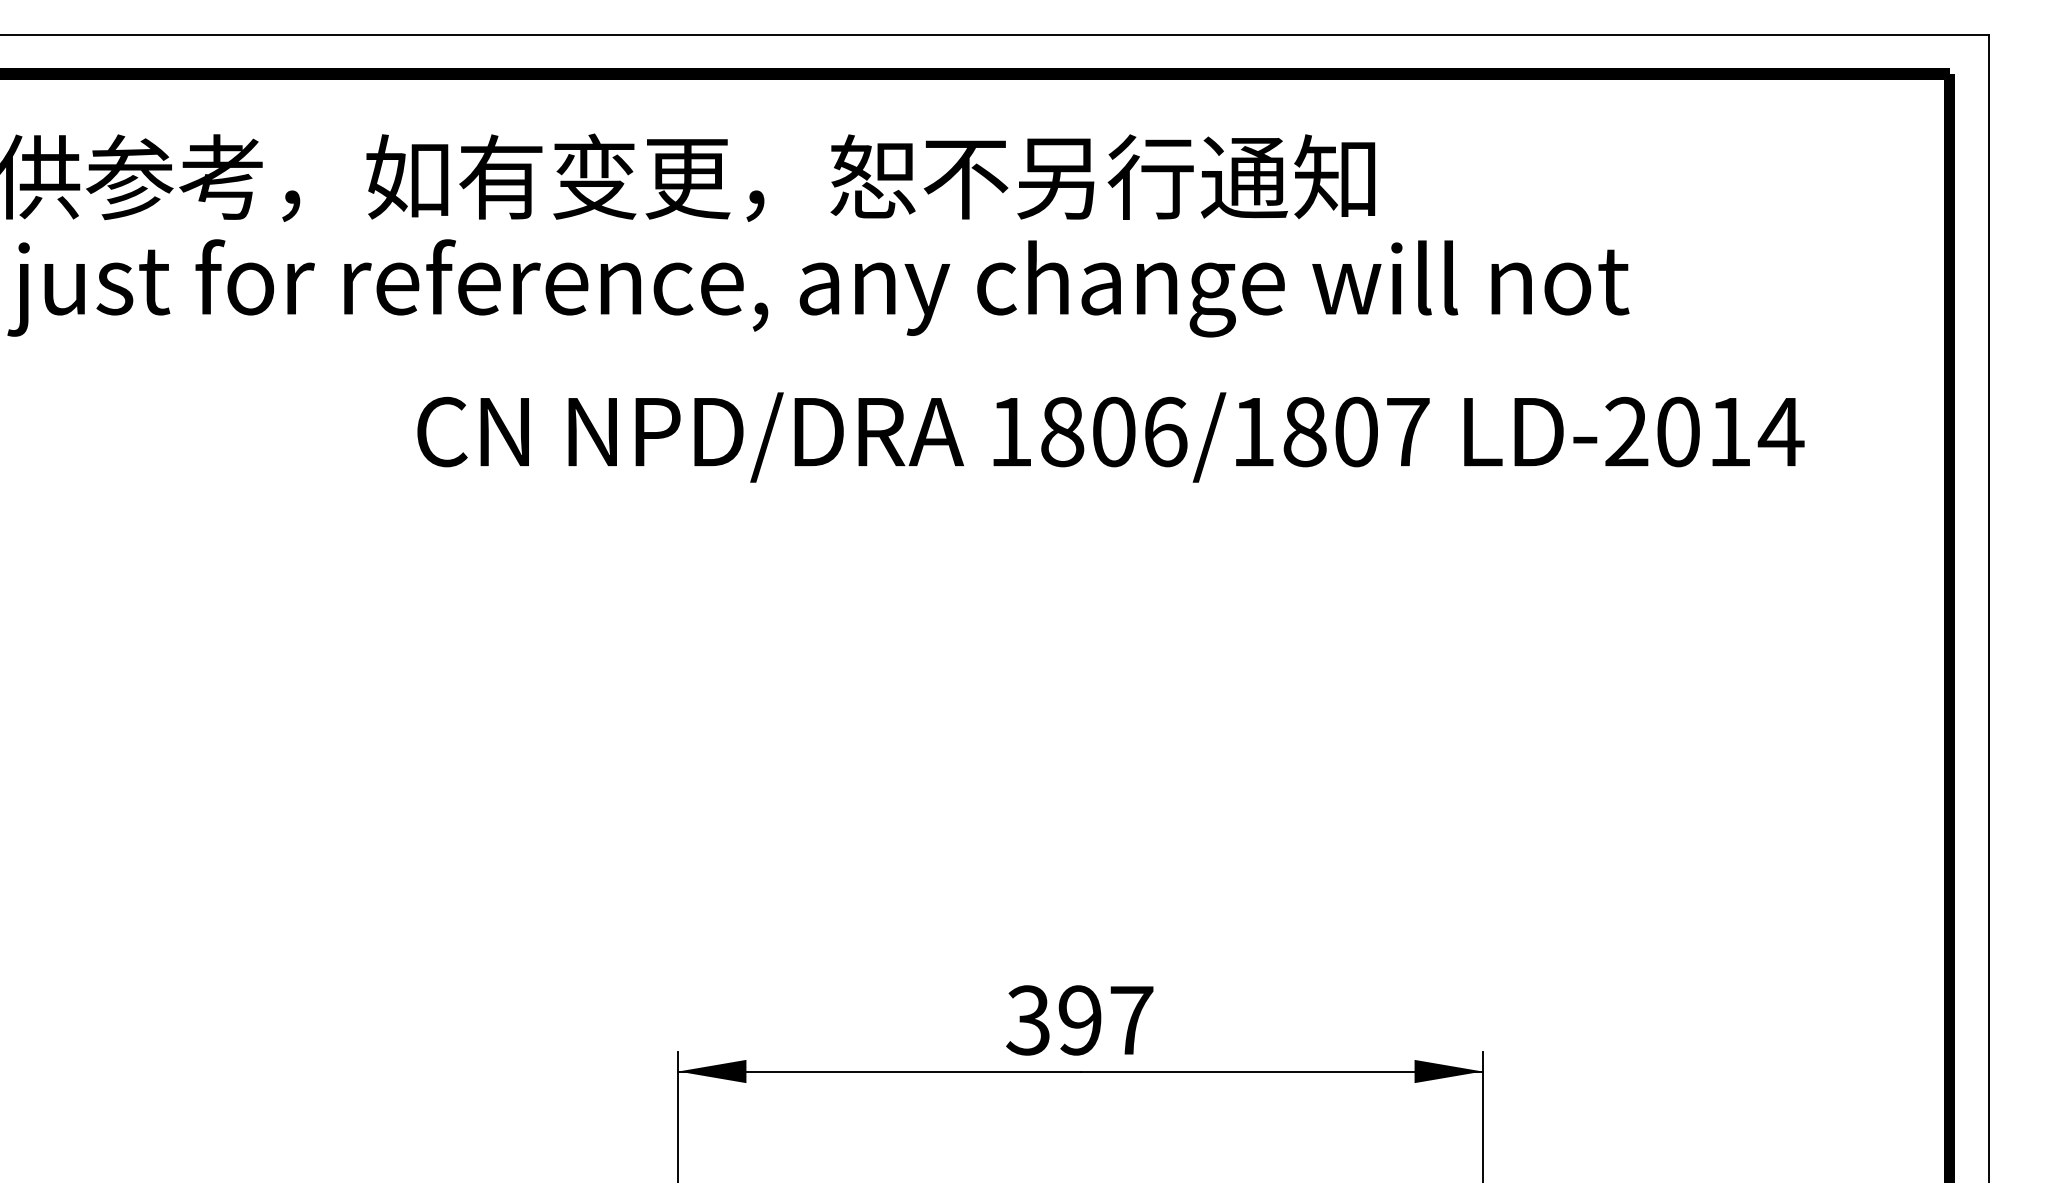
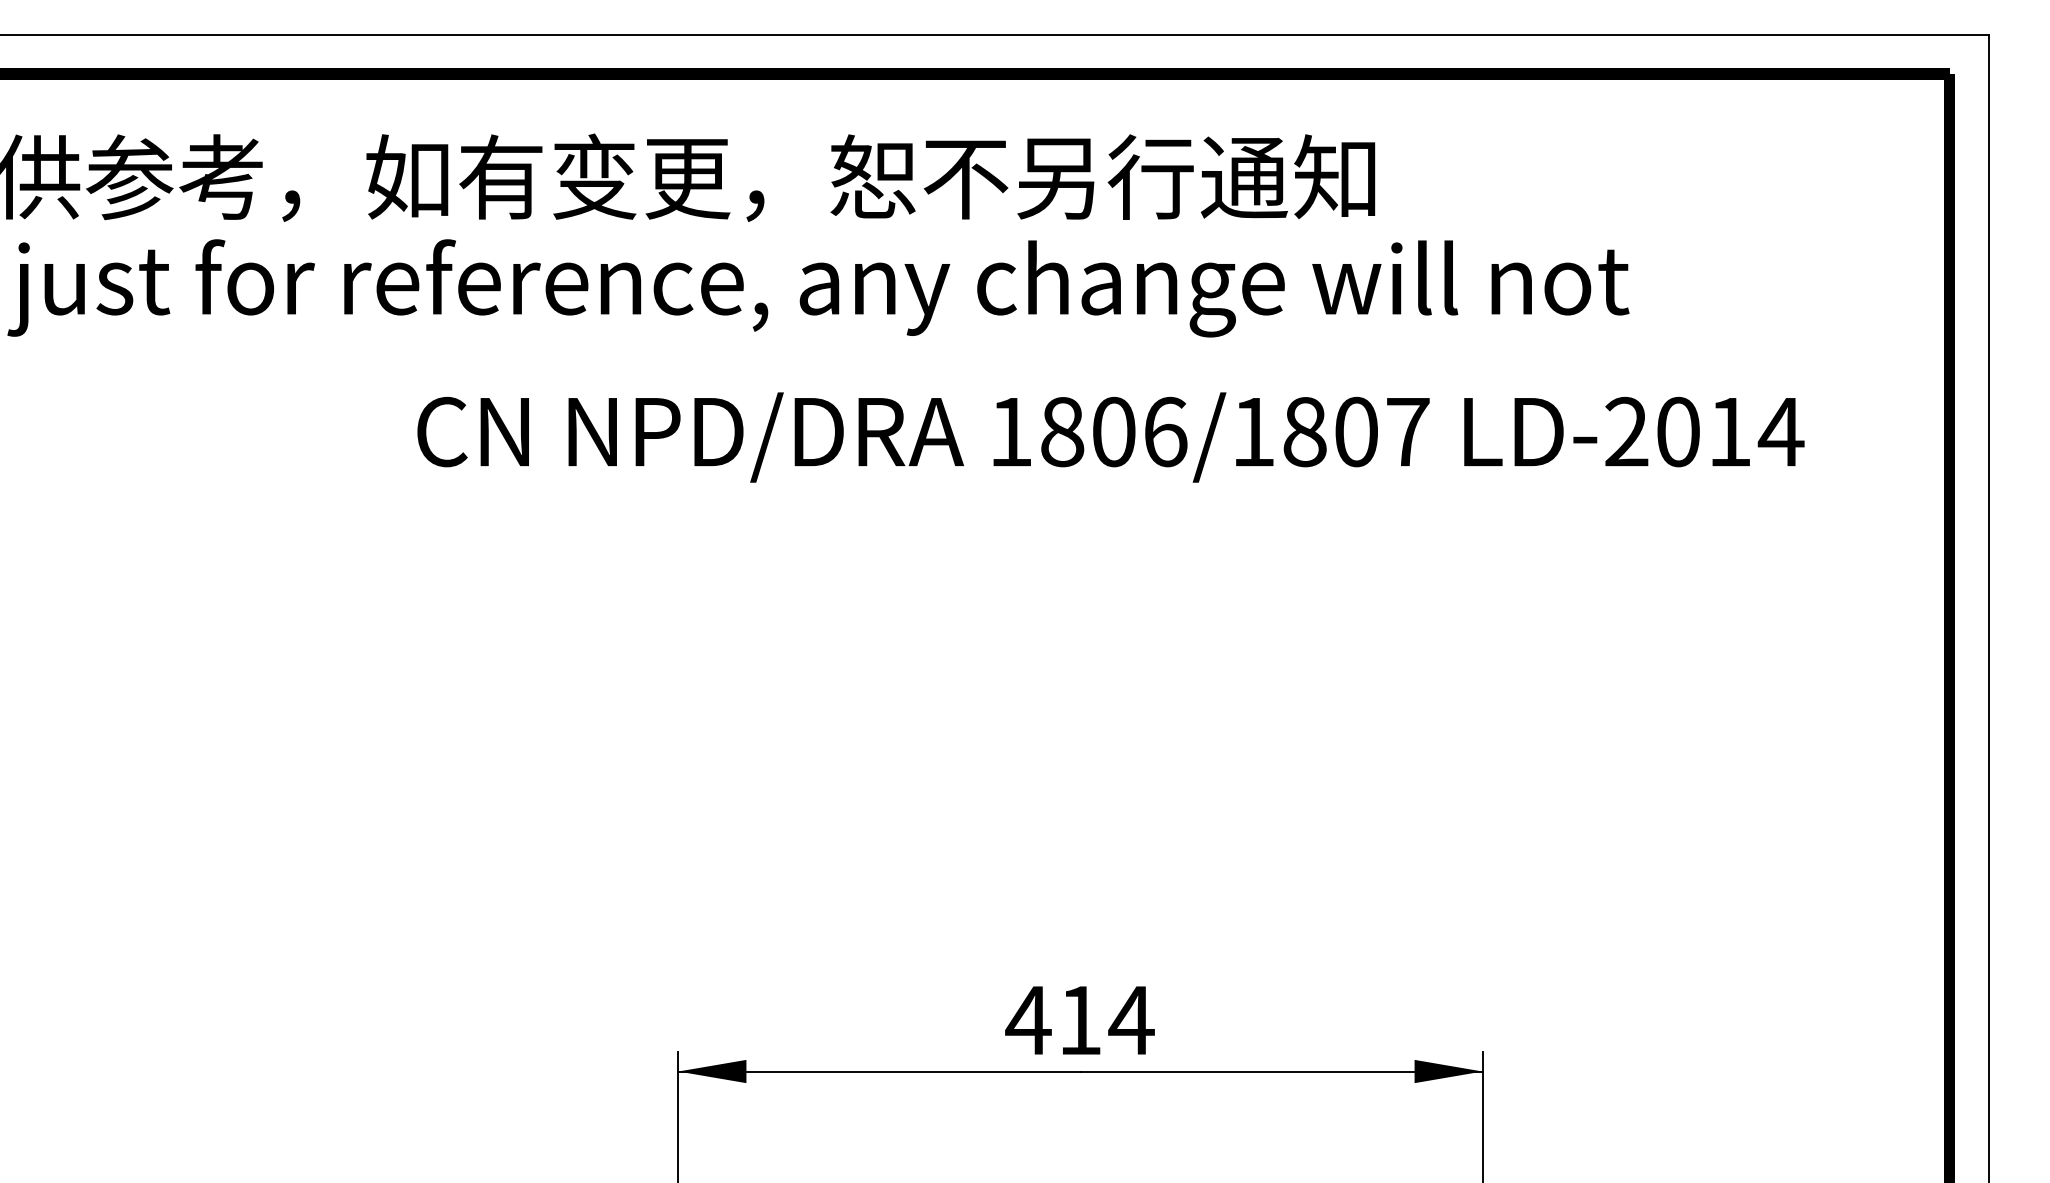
text at (1079, 1020): 397 -> 414
